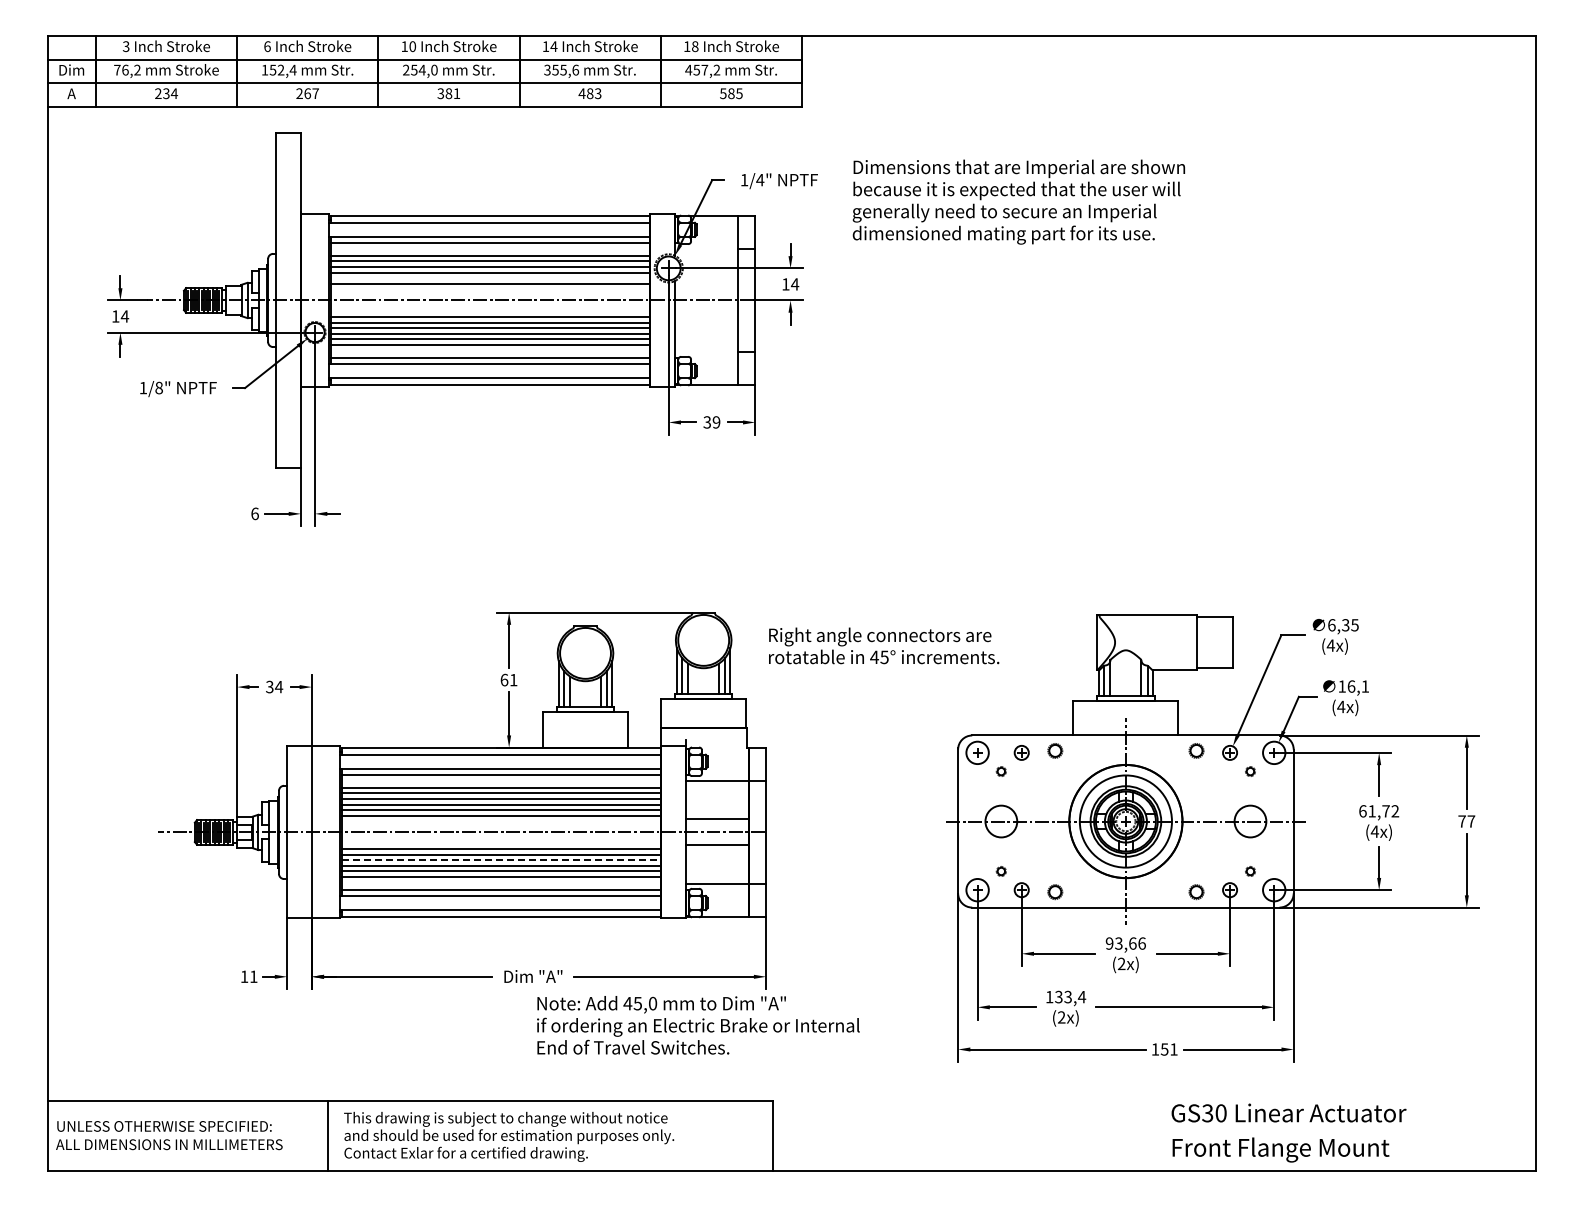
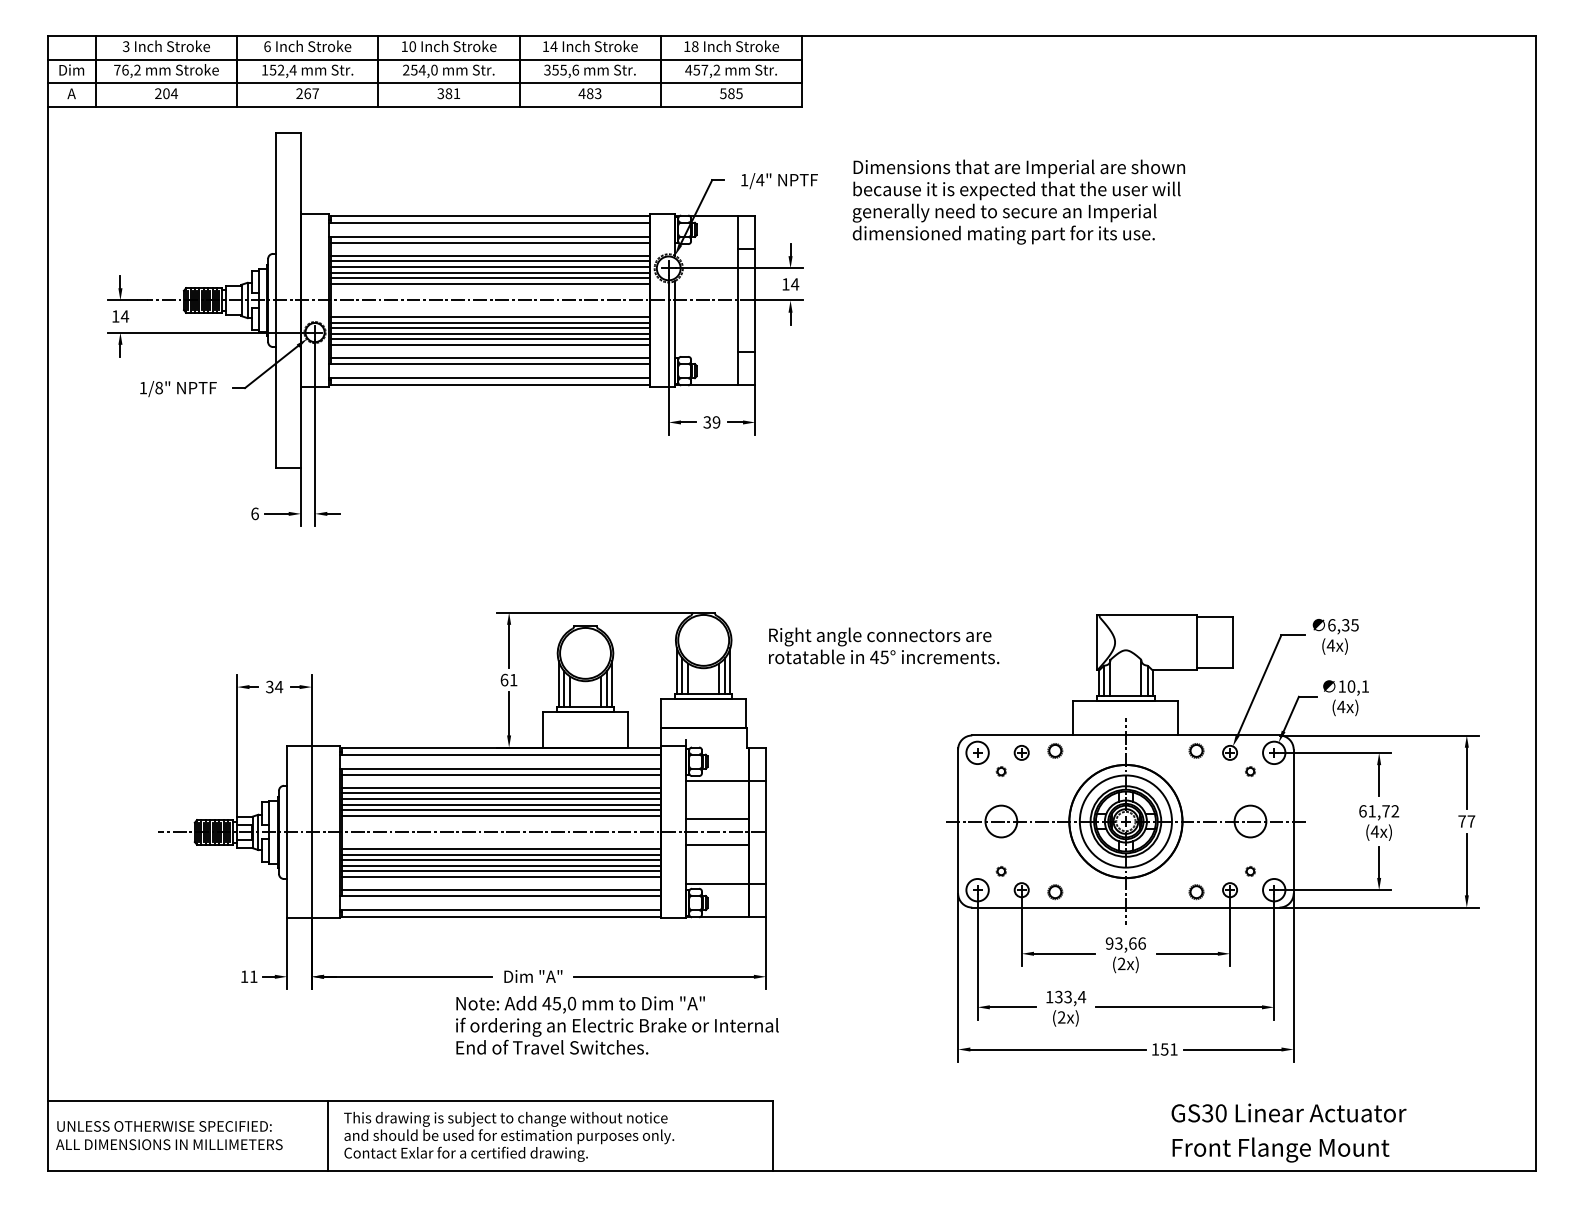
text at (166, 93): 234 -> 204
line at (490, 278): none -> present
text at (1351, 686): 16,1 -> 10,1
line at (501, 860): dashed -> solid
text at (698, 1025) position: (698, 1025) -> (617, 1025)
